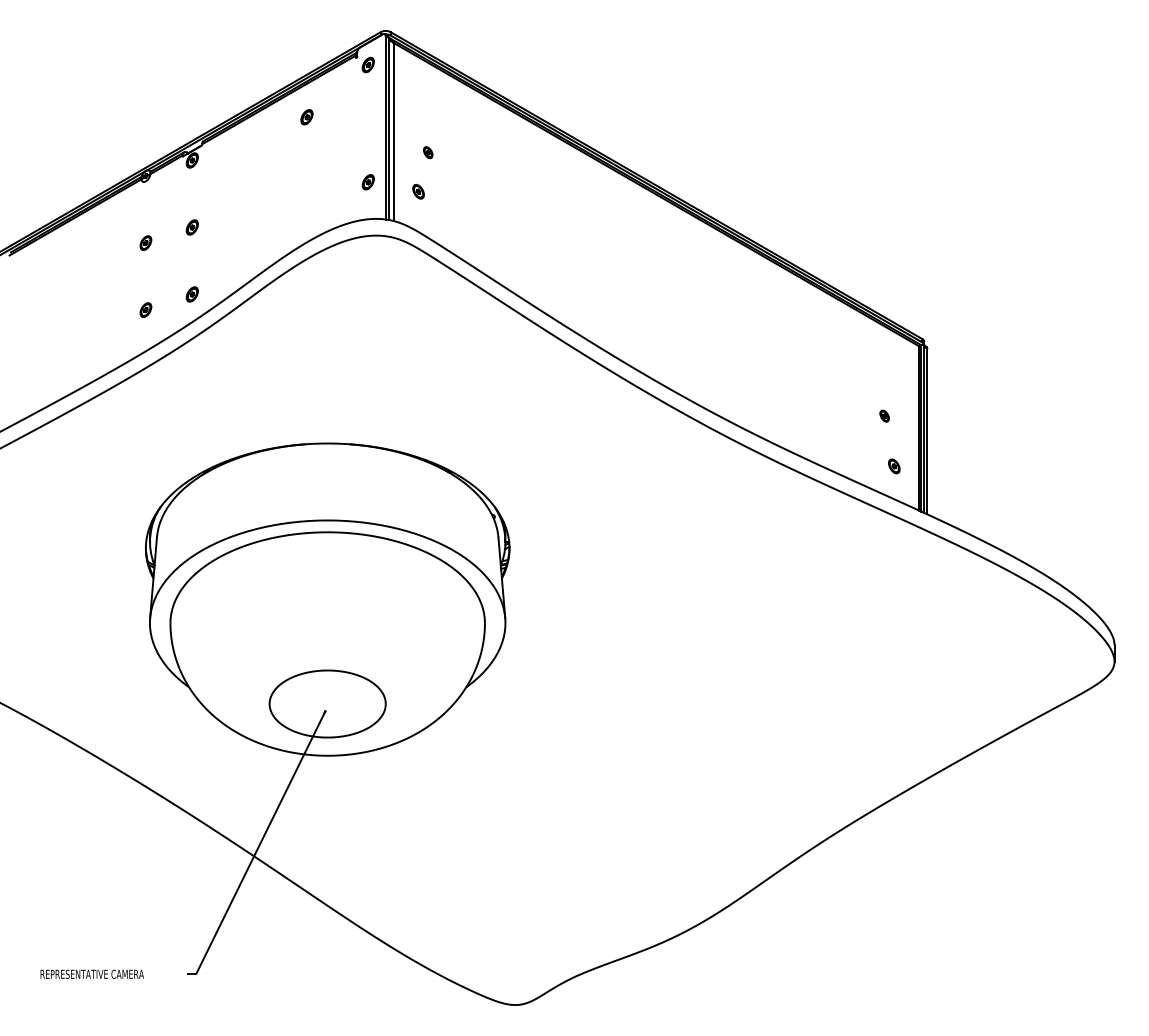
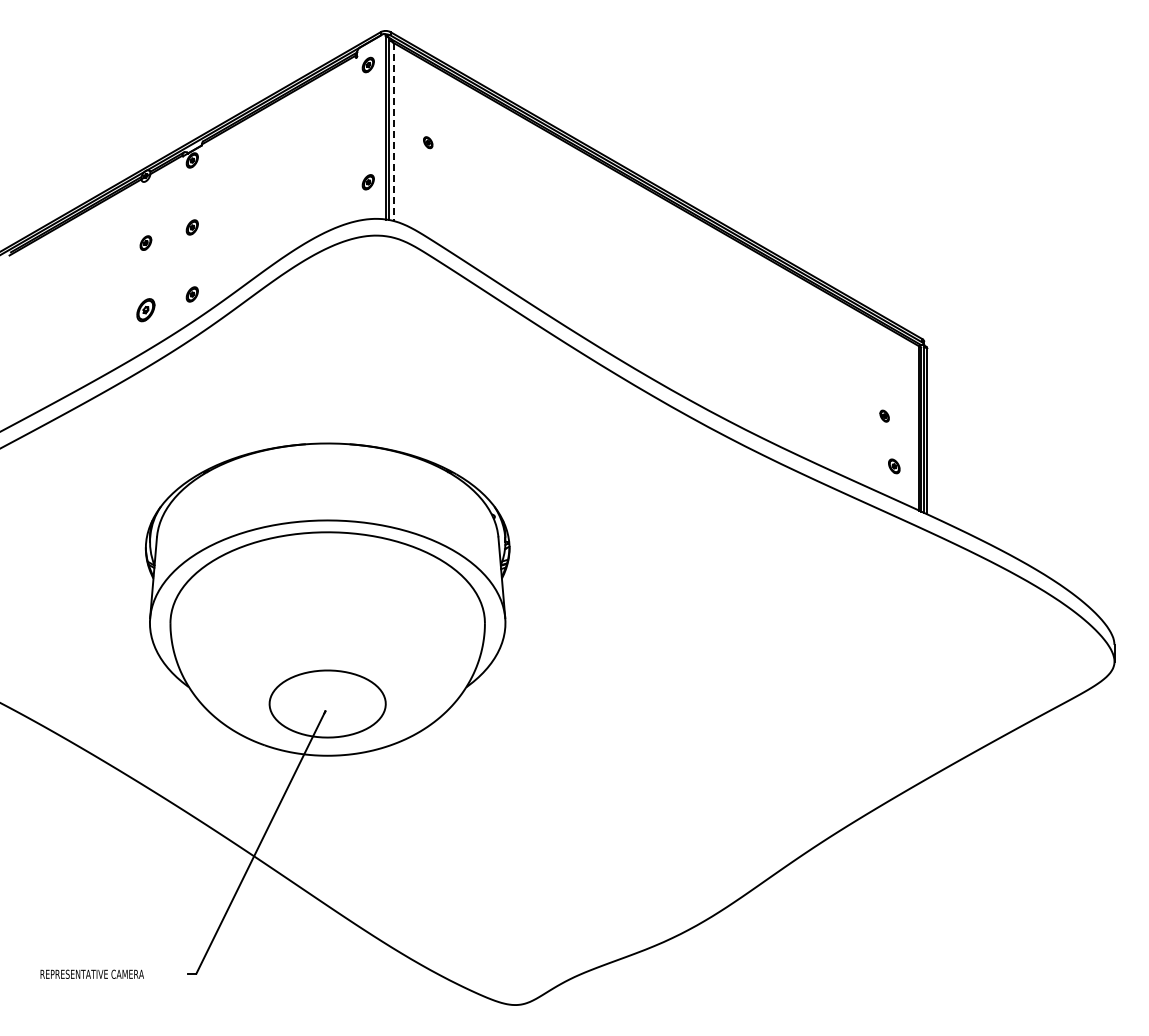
part at (306, 117): present -> none
line at (393, 132): solid -> dashed
part at (428, 152) position: (428, 152) -> (428, 142)
part at (418, 191): present -> none
part at (145, 309) size: 14x16 px -> 20x25 px
